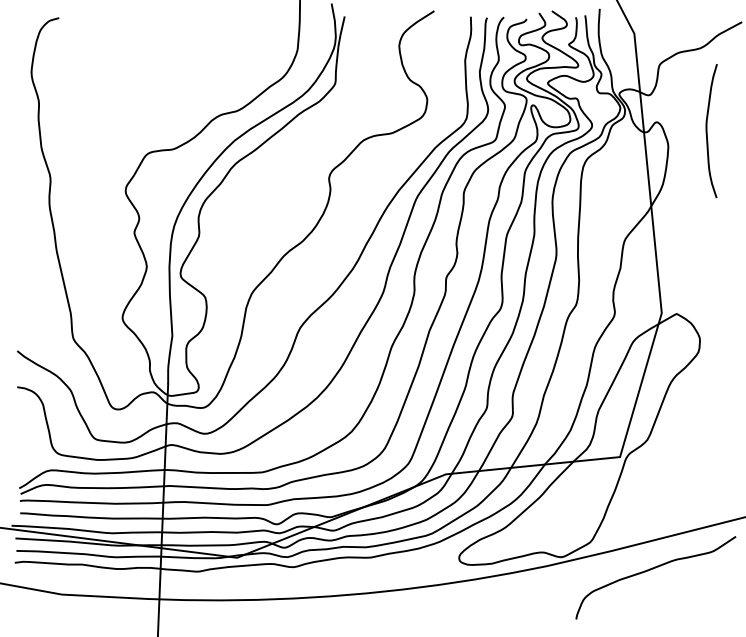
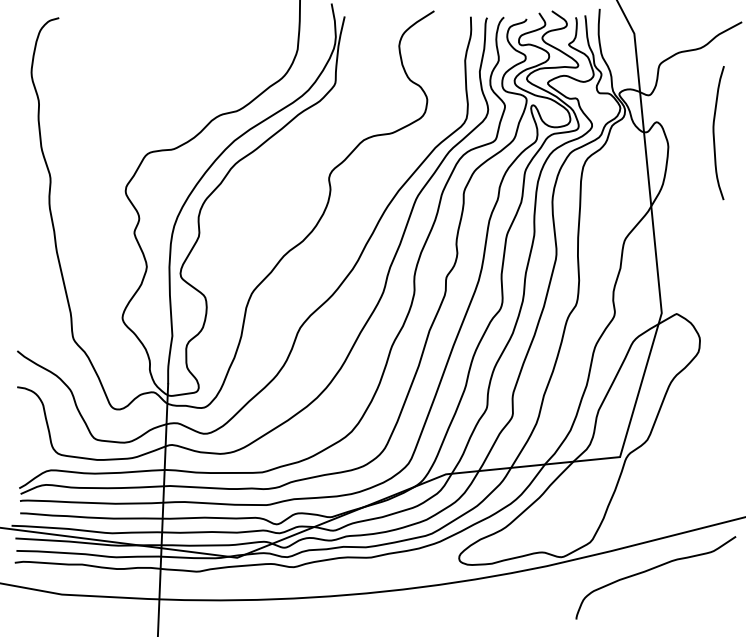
curve at (707, 131) position: (707, 131) -> (714, 133)
